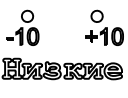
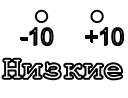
part at (22, 27) position: (22, 27) -> (36, 27)
